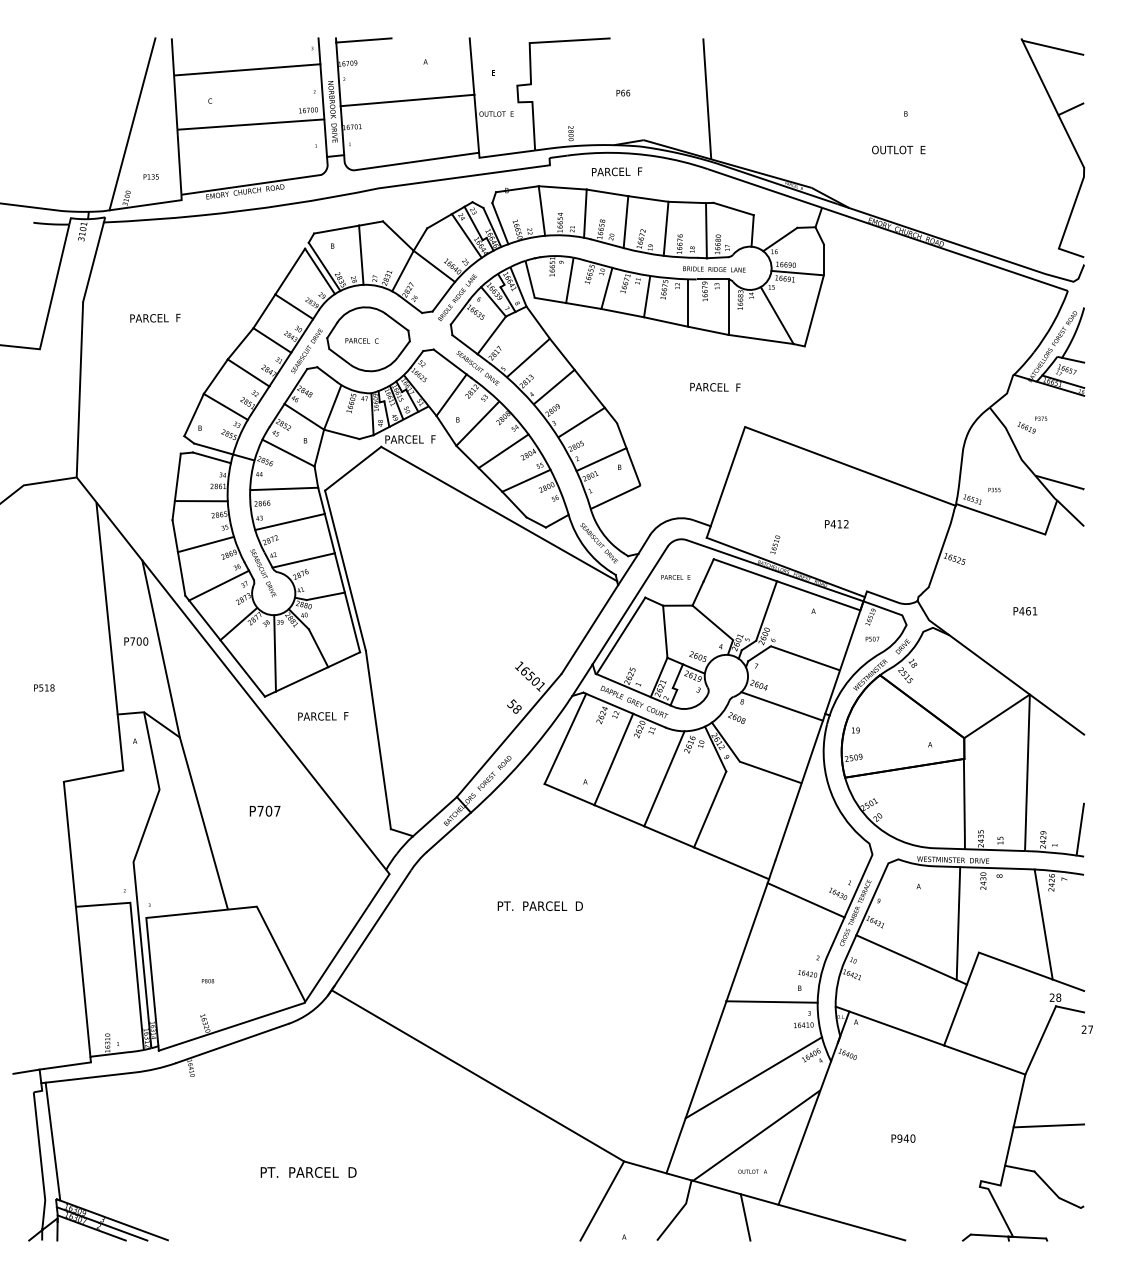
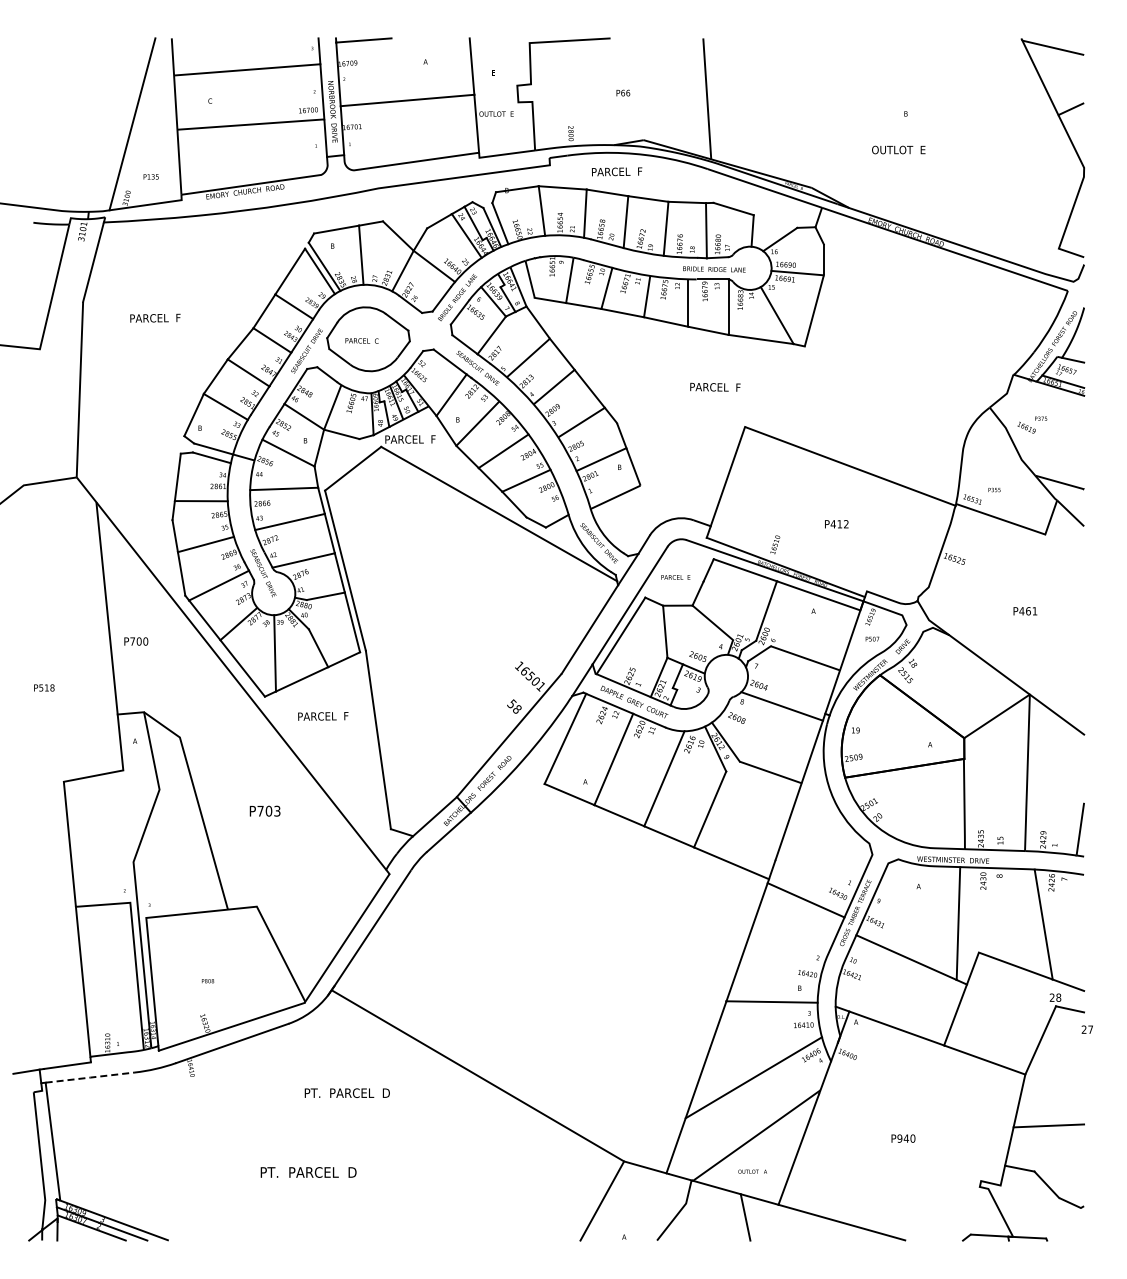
line at (160, 648): present -> none
text at (277, 810): P707 -> P703
text at (539, 905) position: (539, 905) -> (346, 1092)
line at (90, 1077): solid -> dashed
